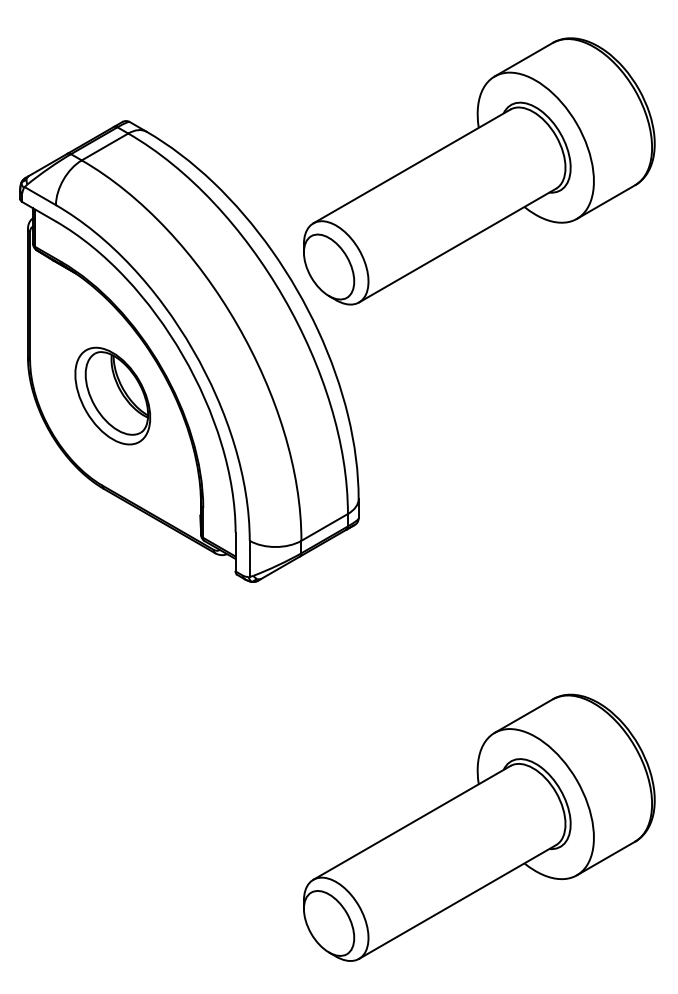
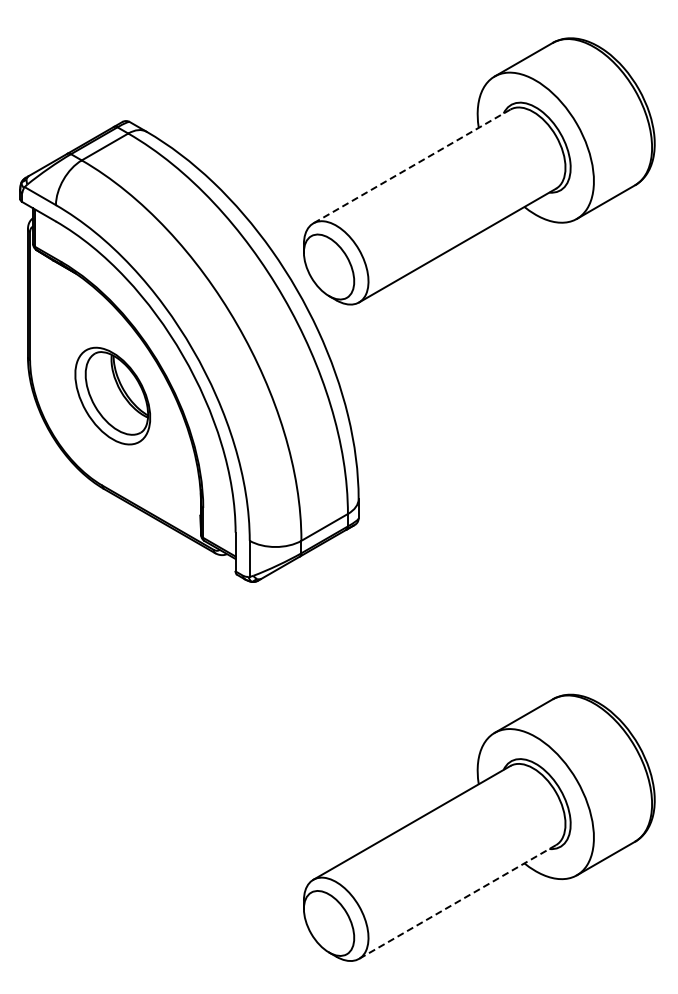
line at (411, 166): solid -> dashed
line at (457, 902): solid -> dashed
